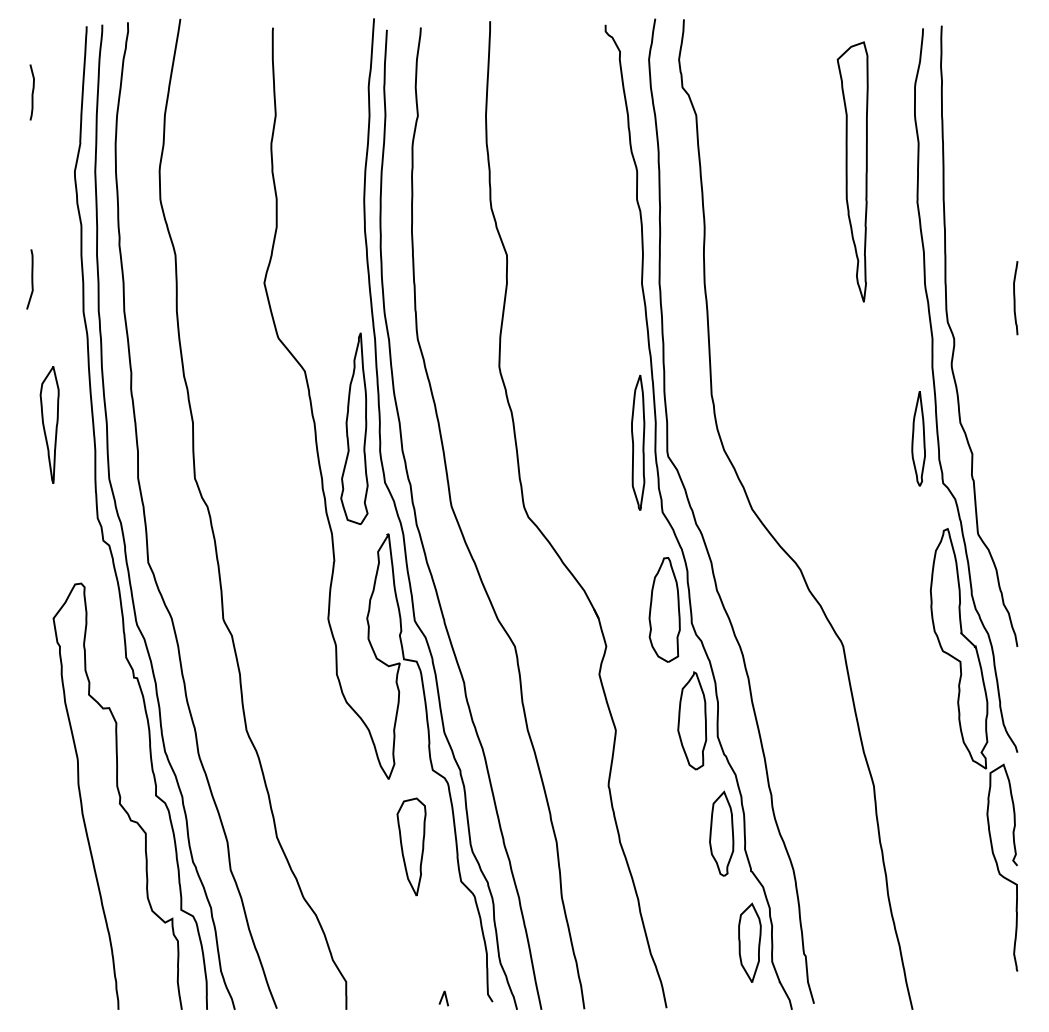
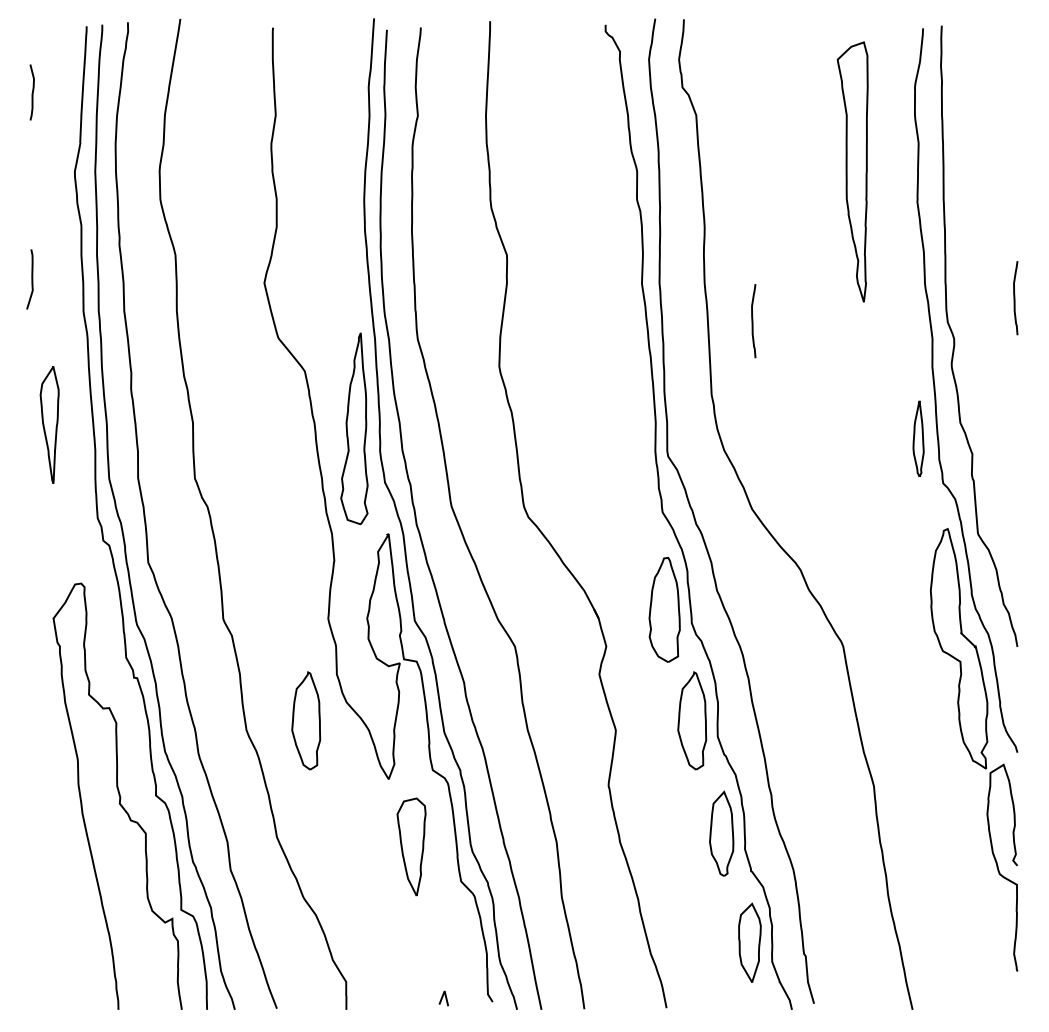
curve at (753, 321): none -> present
part at (918, 438) size: 15x96 px -> 13x77 px
part at (638, 442): present -> none
part at (306, 720): none -> present
